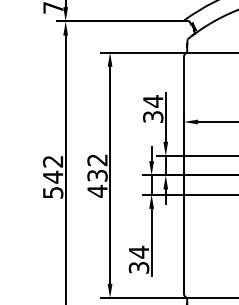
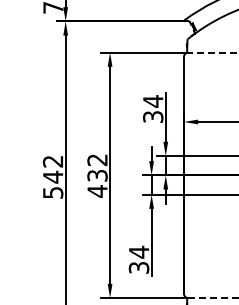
line at (213, 52): solid -> dashed
line at (213, 298): solid -> dashed
